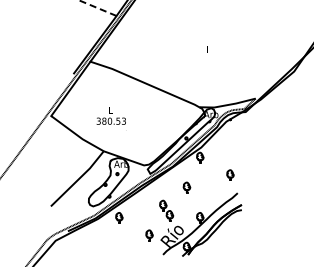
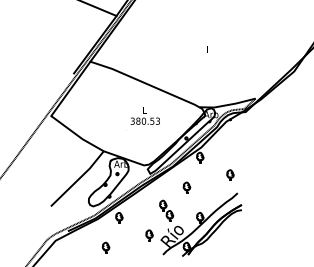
line at (97, 7): dashed -> solid
text at (110, 115) position: (110, 115) -> (144, 115)
part at (105, 247): none -> present
